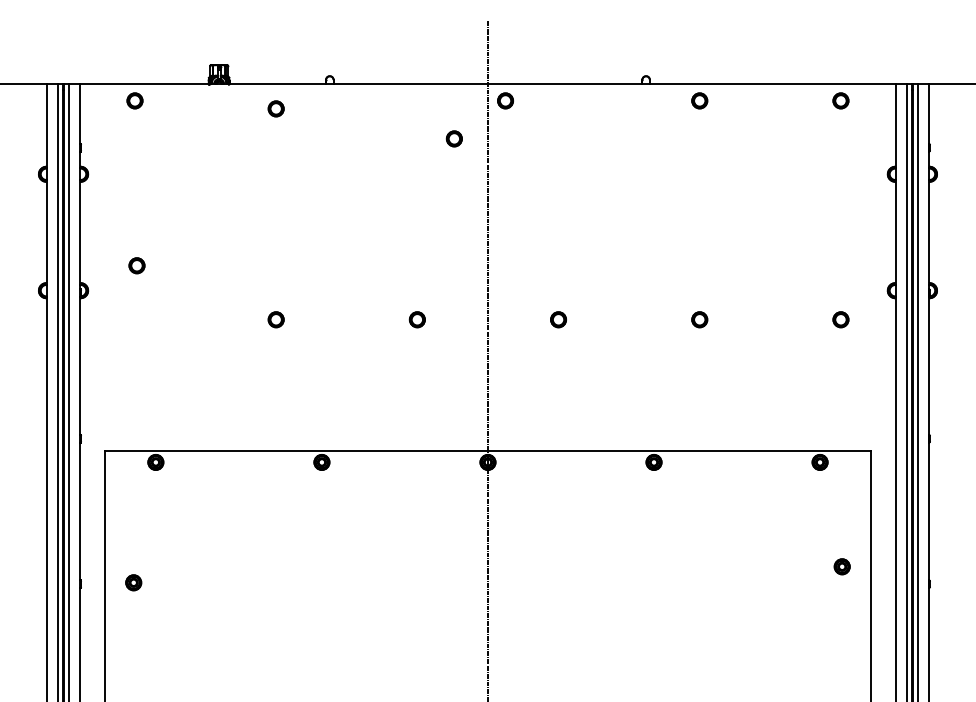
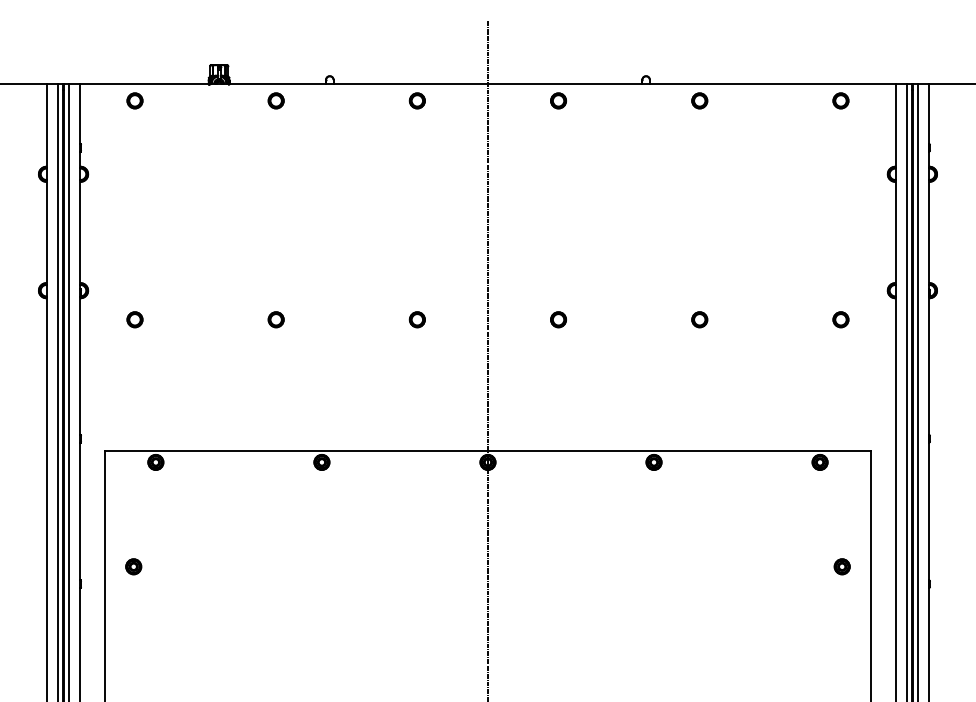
part at (505, 100) position: (505, 100) -> (558, 100)
part at (275, 108) position: (275, 108) -> (275, 100)
part at (453, 138) position: (453, 138) -> (416, 100)
part at (136, 265) position: (136, 265) -> (134, 319)
part at (133, 582) position: (133, 582) -> (133, 566)
